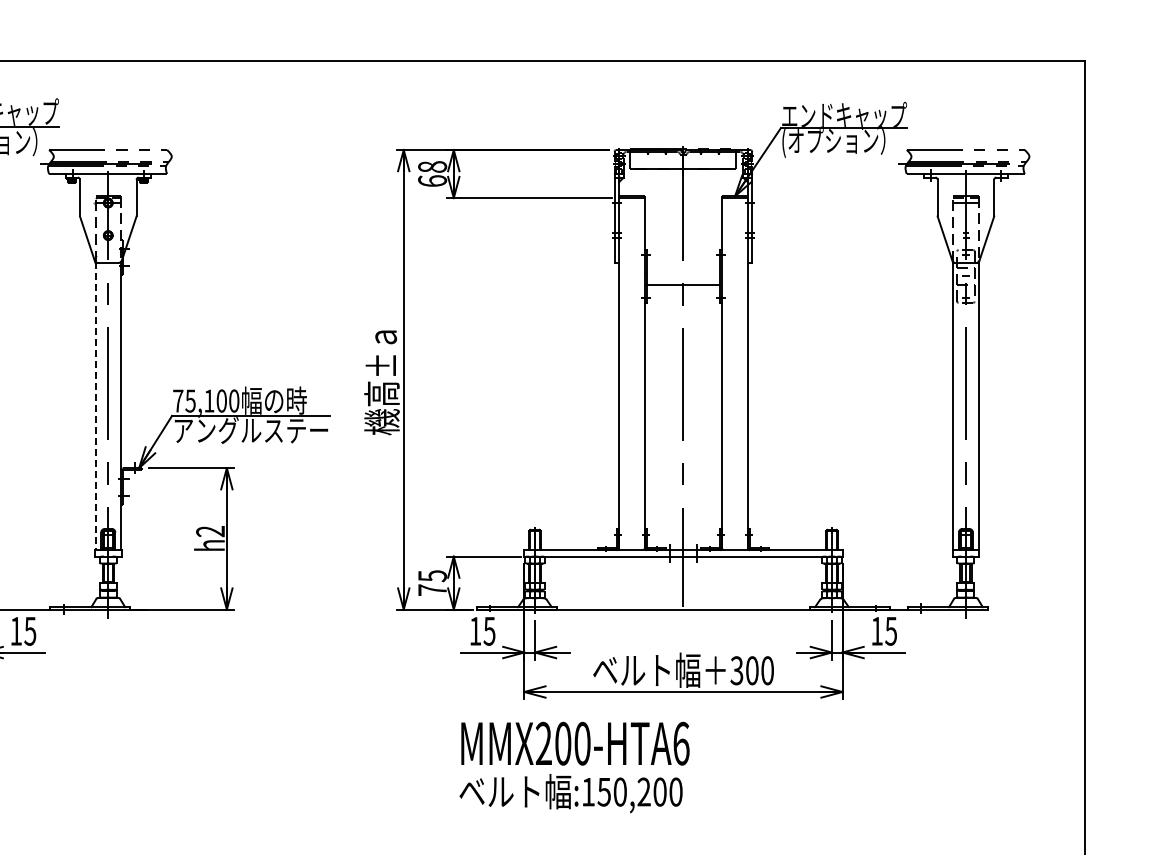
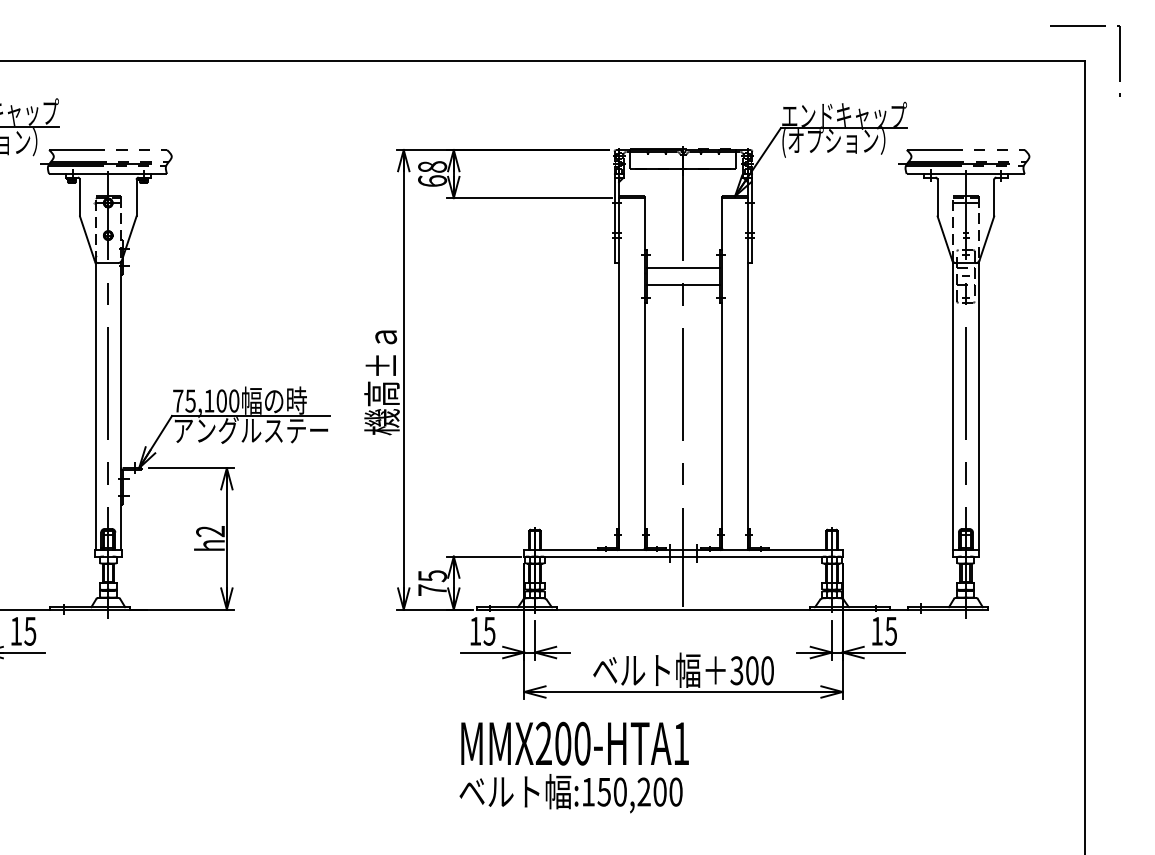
part at (1085, 26): none -> present
line at (683, 267): none -> present
line at (95, 406): dashed -> solid
text at (681, 743): MMX200-HTA6 -> MMX200-HTA1
